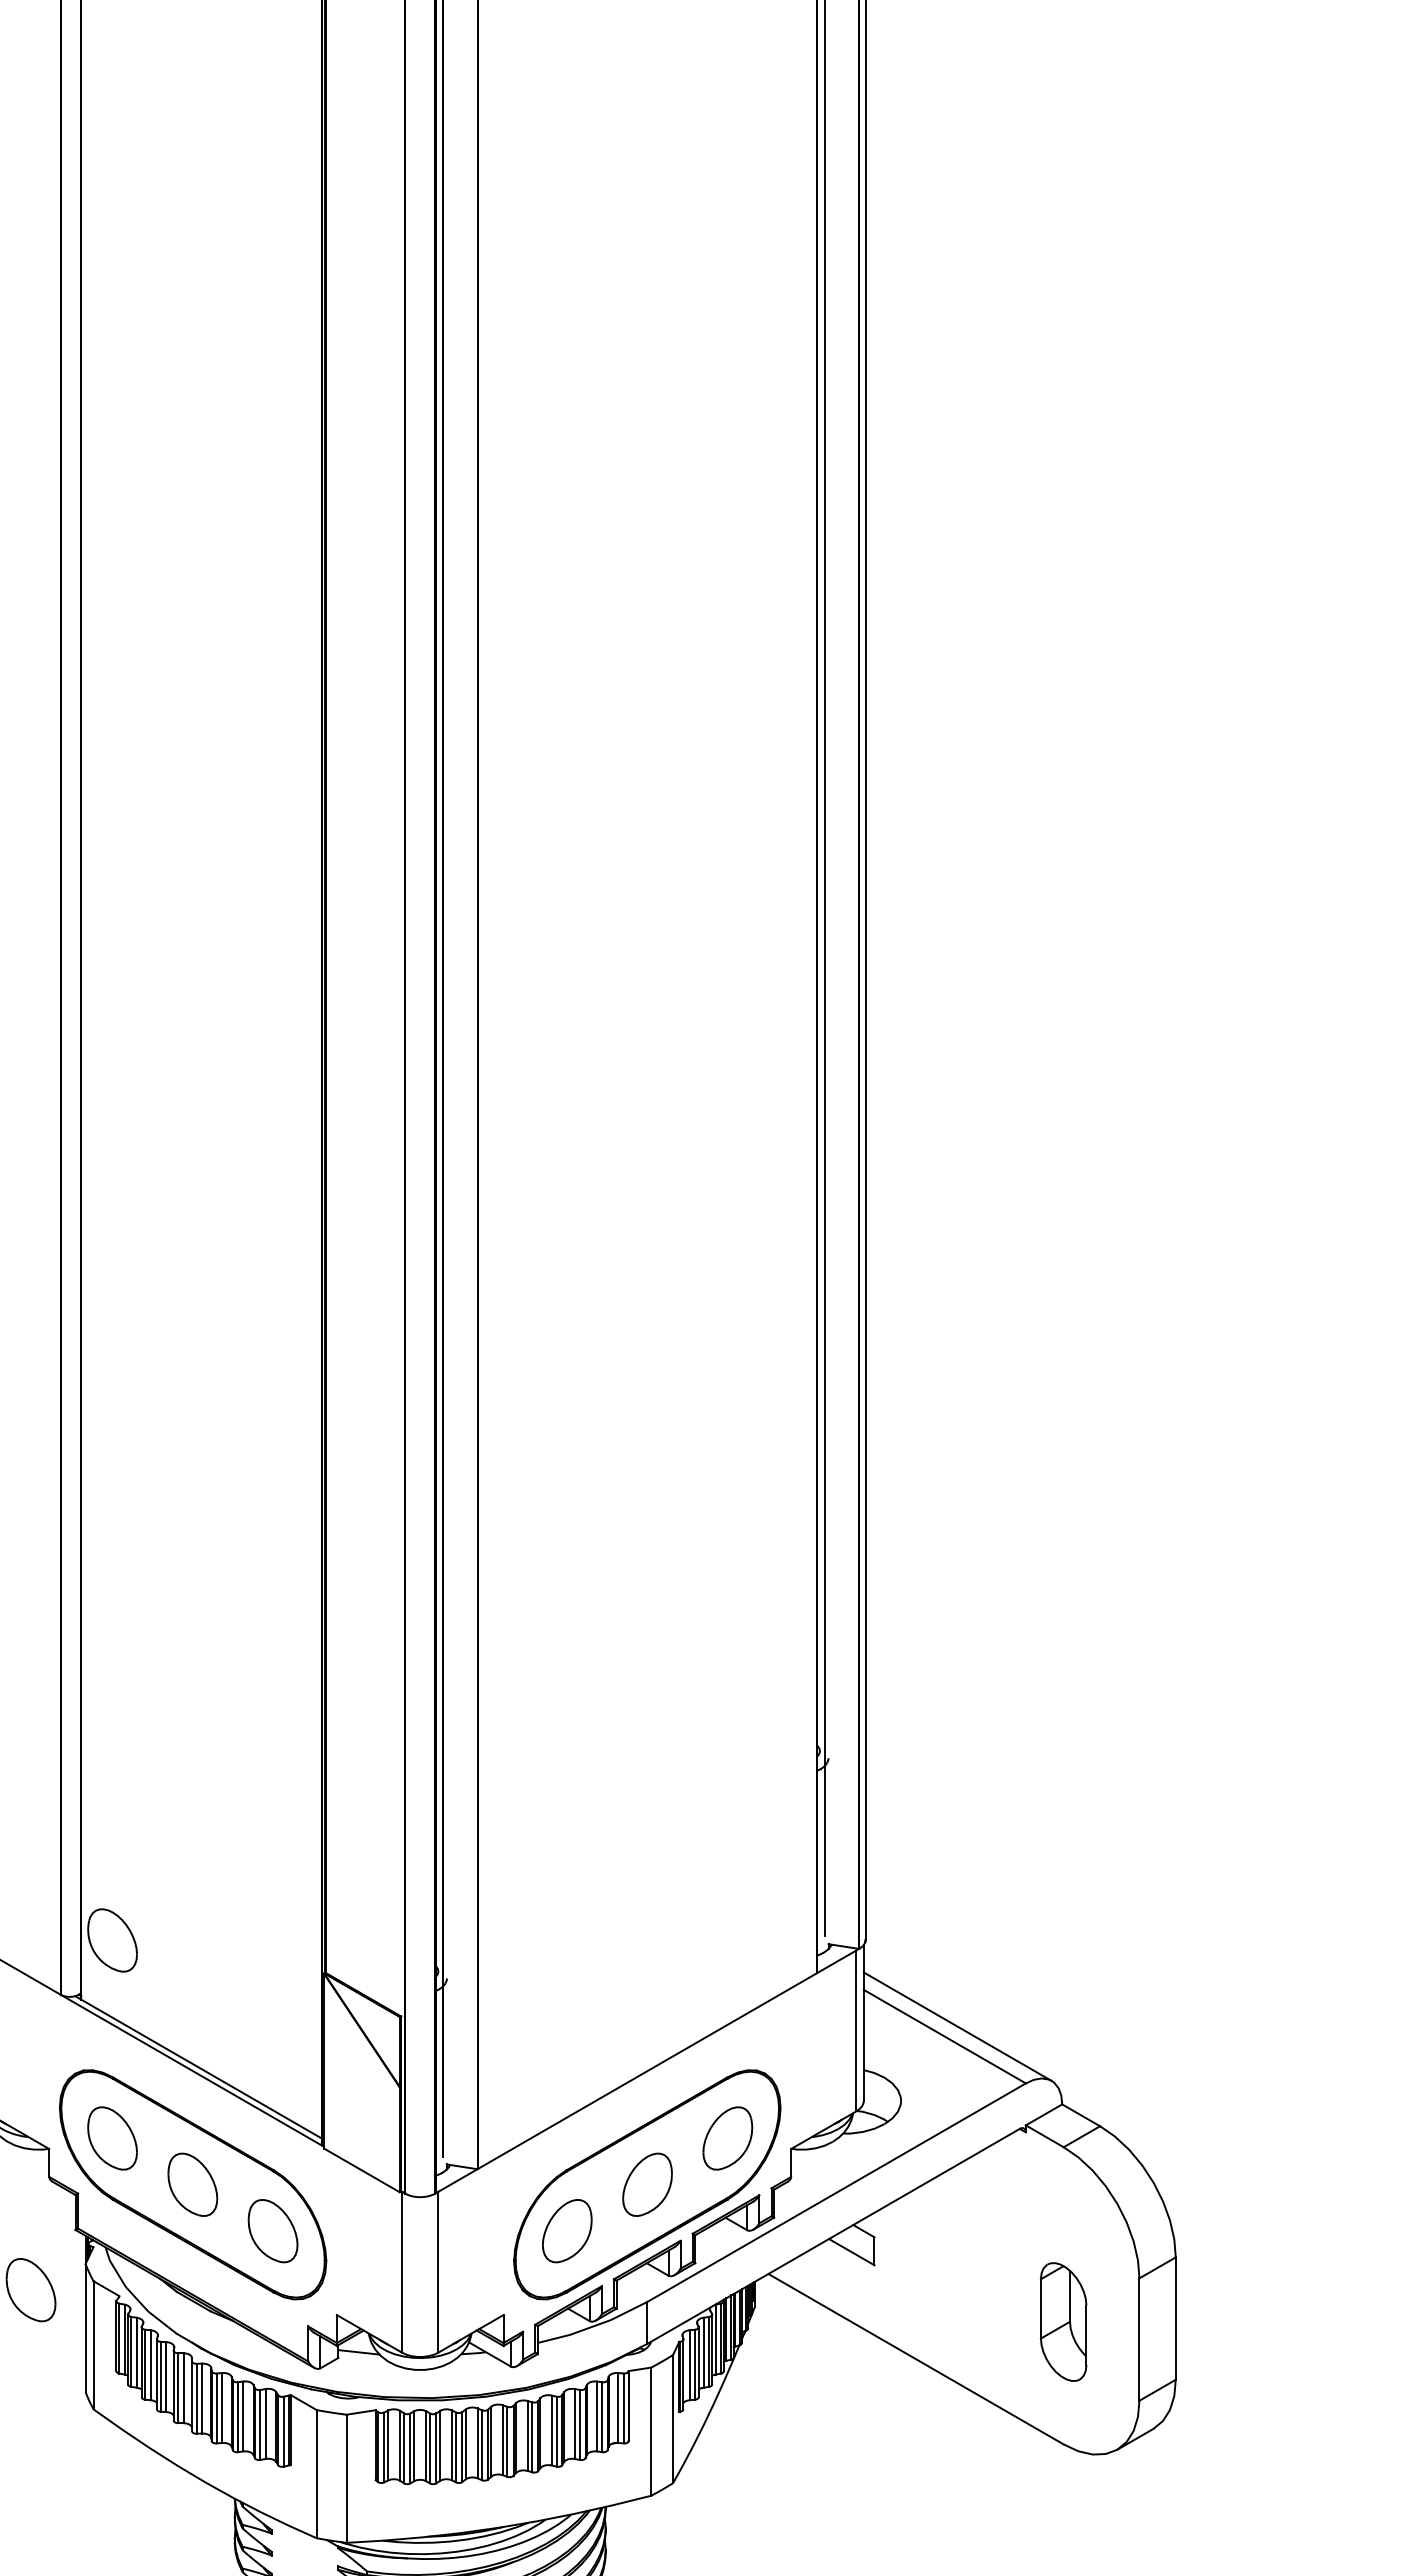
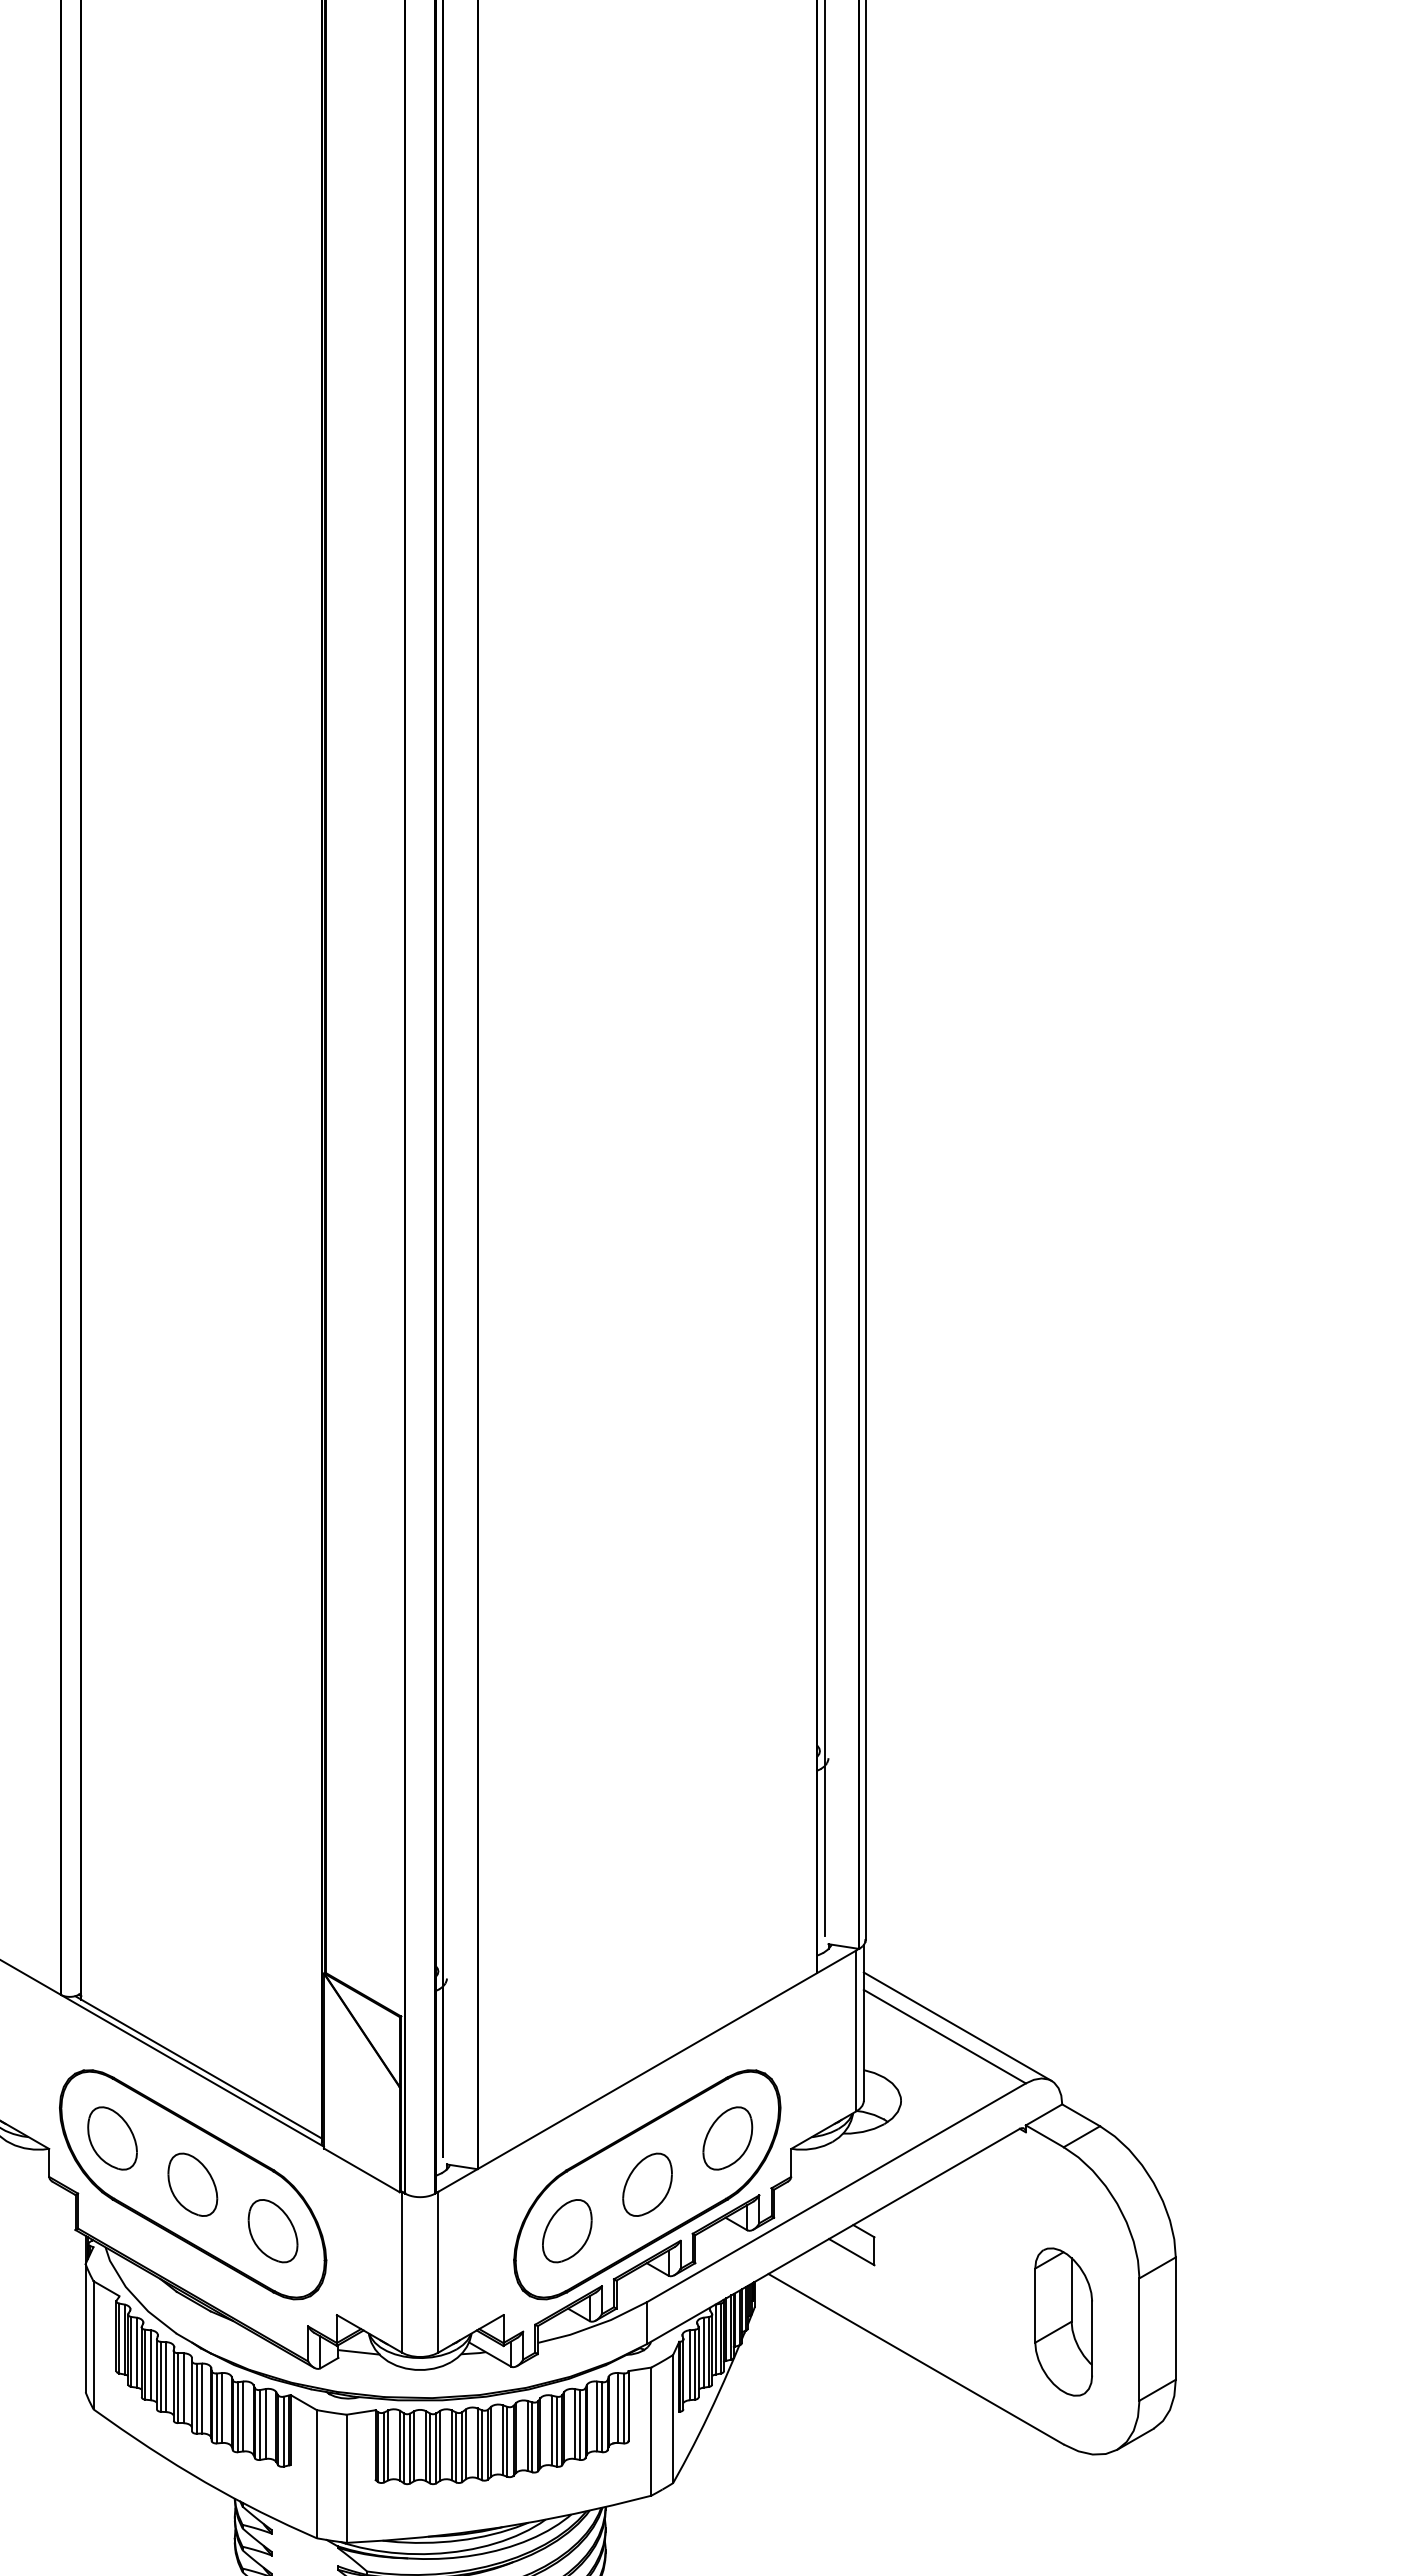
part at (112, 1940): present -> none
part at (30, 2290): present -> none
part at (1063, 2321) size: 49x120 px -> 59x150 px
